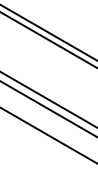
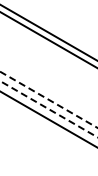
line at (48, 99): solid -> dashed
line at (48, 109): solid -> dashed
line at (48, 134) position: (48, 134) -> (48, 118)
